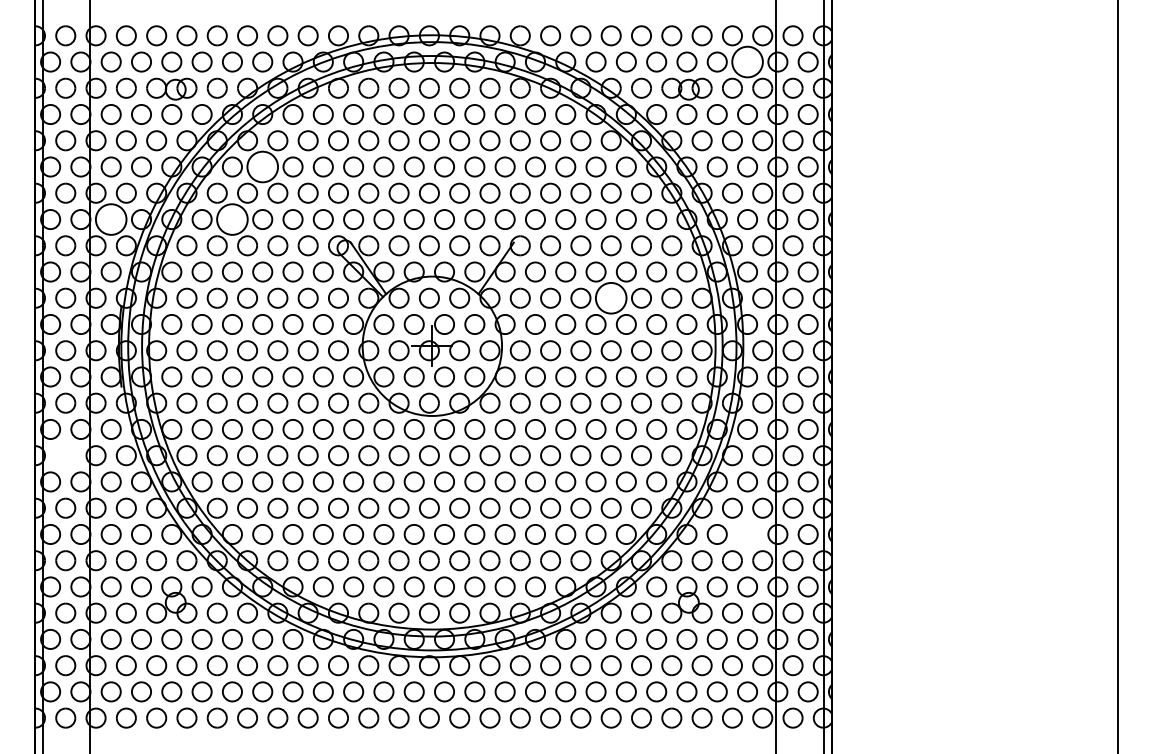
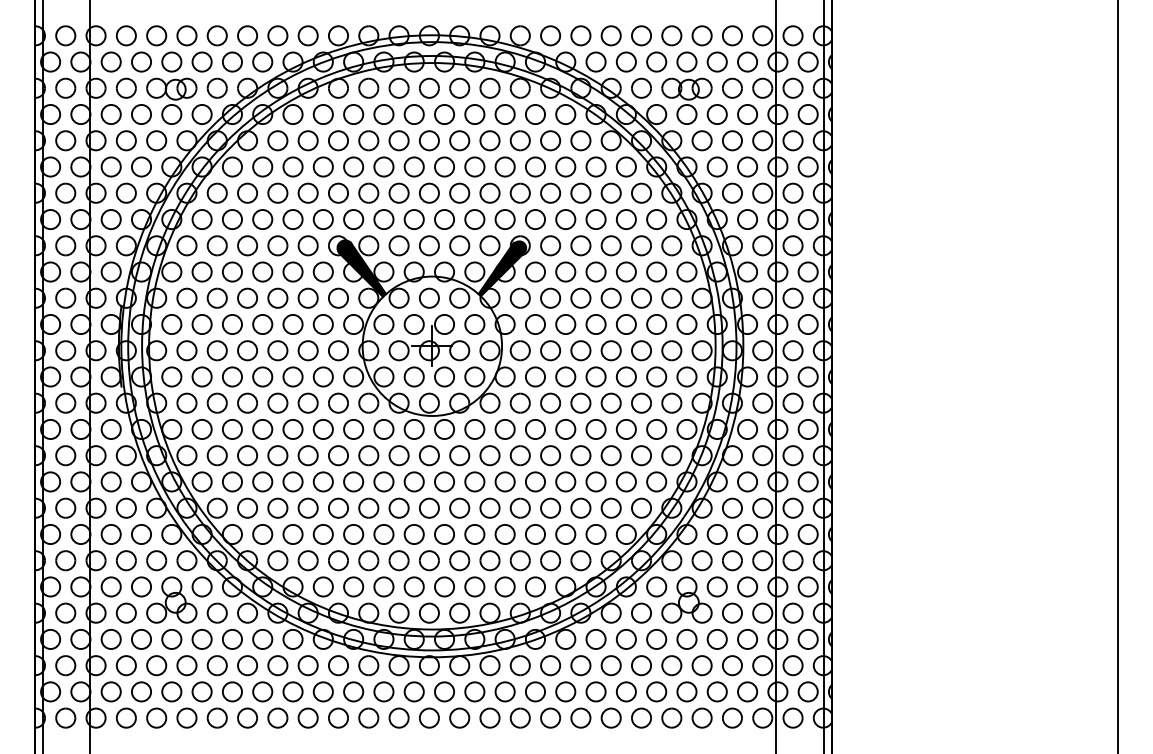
circle at (747, 61) diameter: 31 px -> 19 px
circle at (262, 166) diameter: 31 px -> 19 px
circle at (110, 219) diameter: 31 px -> 19 px
circle at (232, 219) diameter: 31 px -> 19 px
fill at (361, 268): none -> present
fill at (502, 268): none -> present
circle at (610, 297) diameter: 31 px -> 19 px
part at (65, 455): none -> present
circle at (747, 534): none -> present
